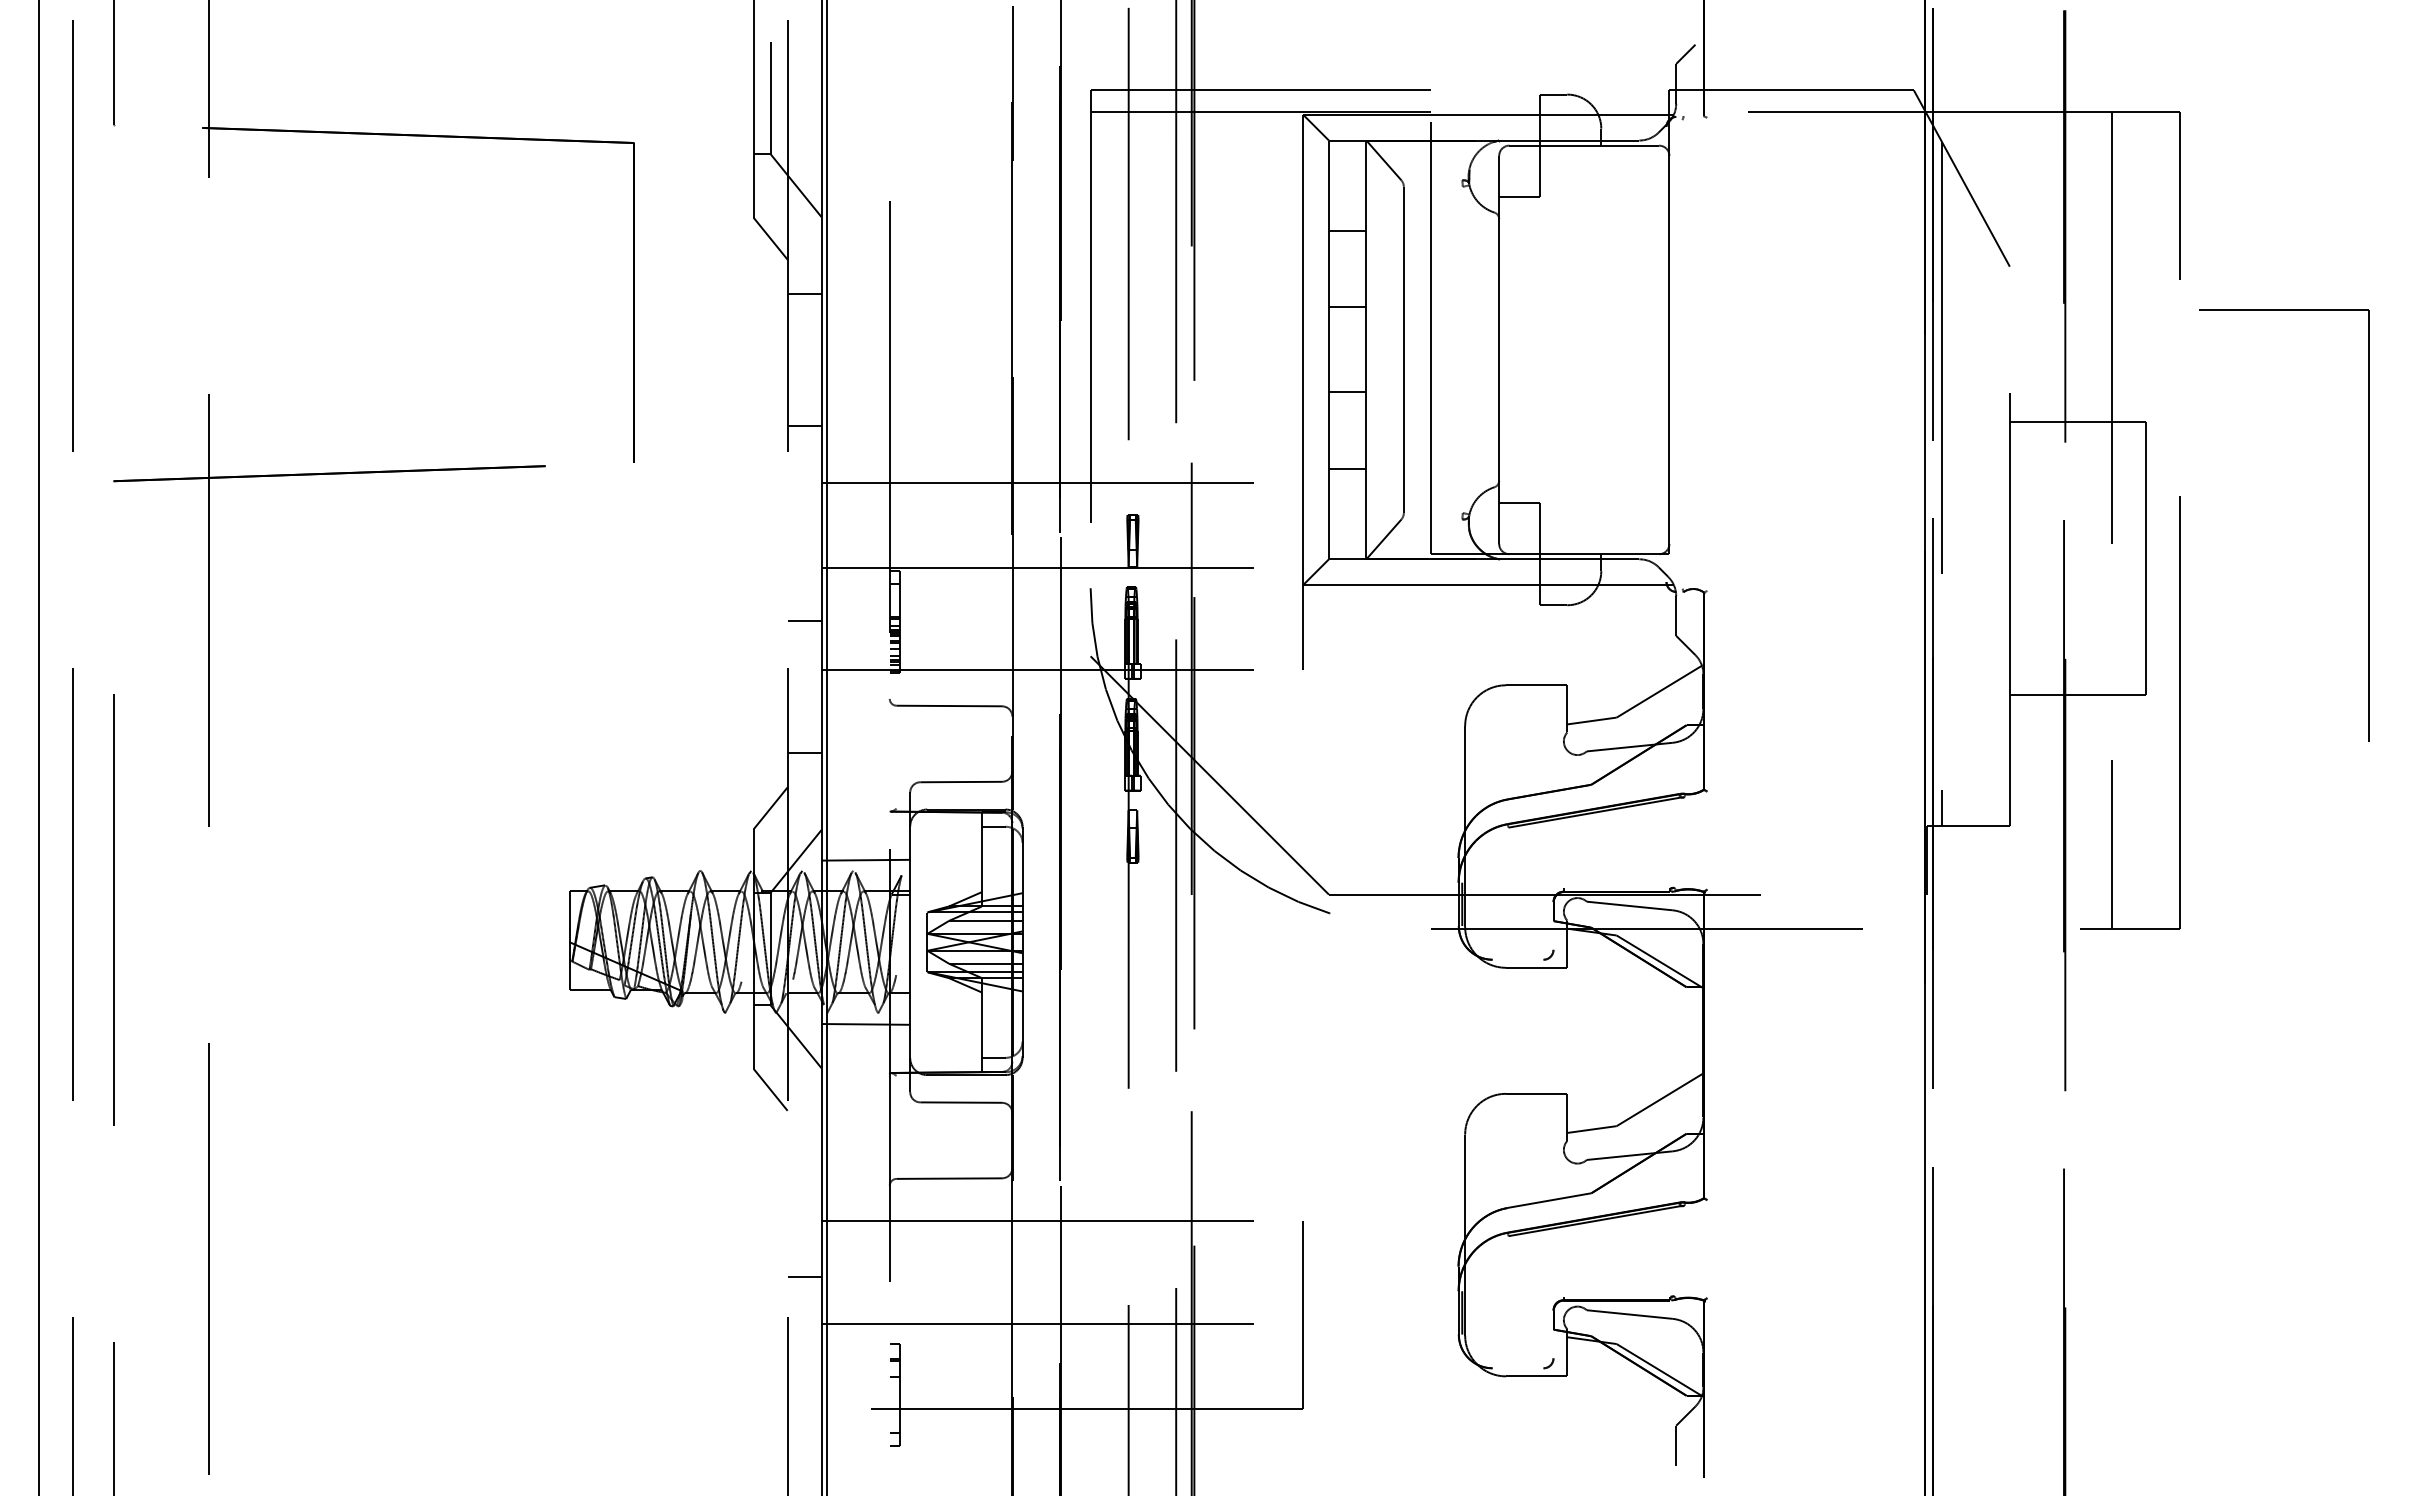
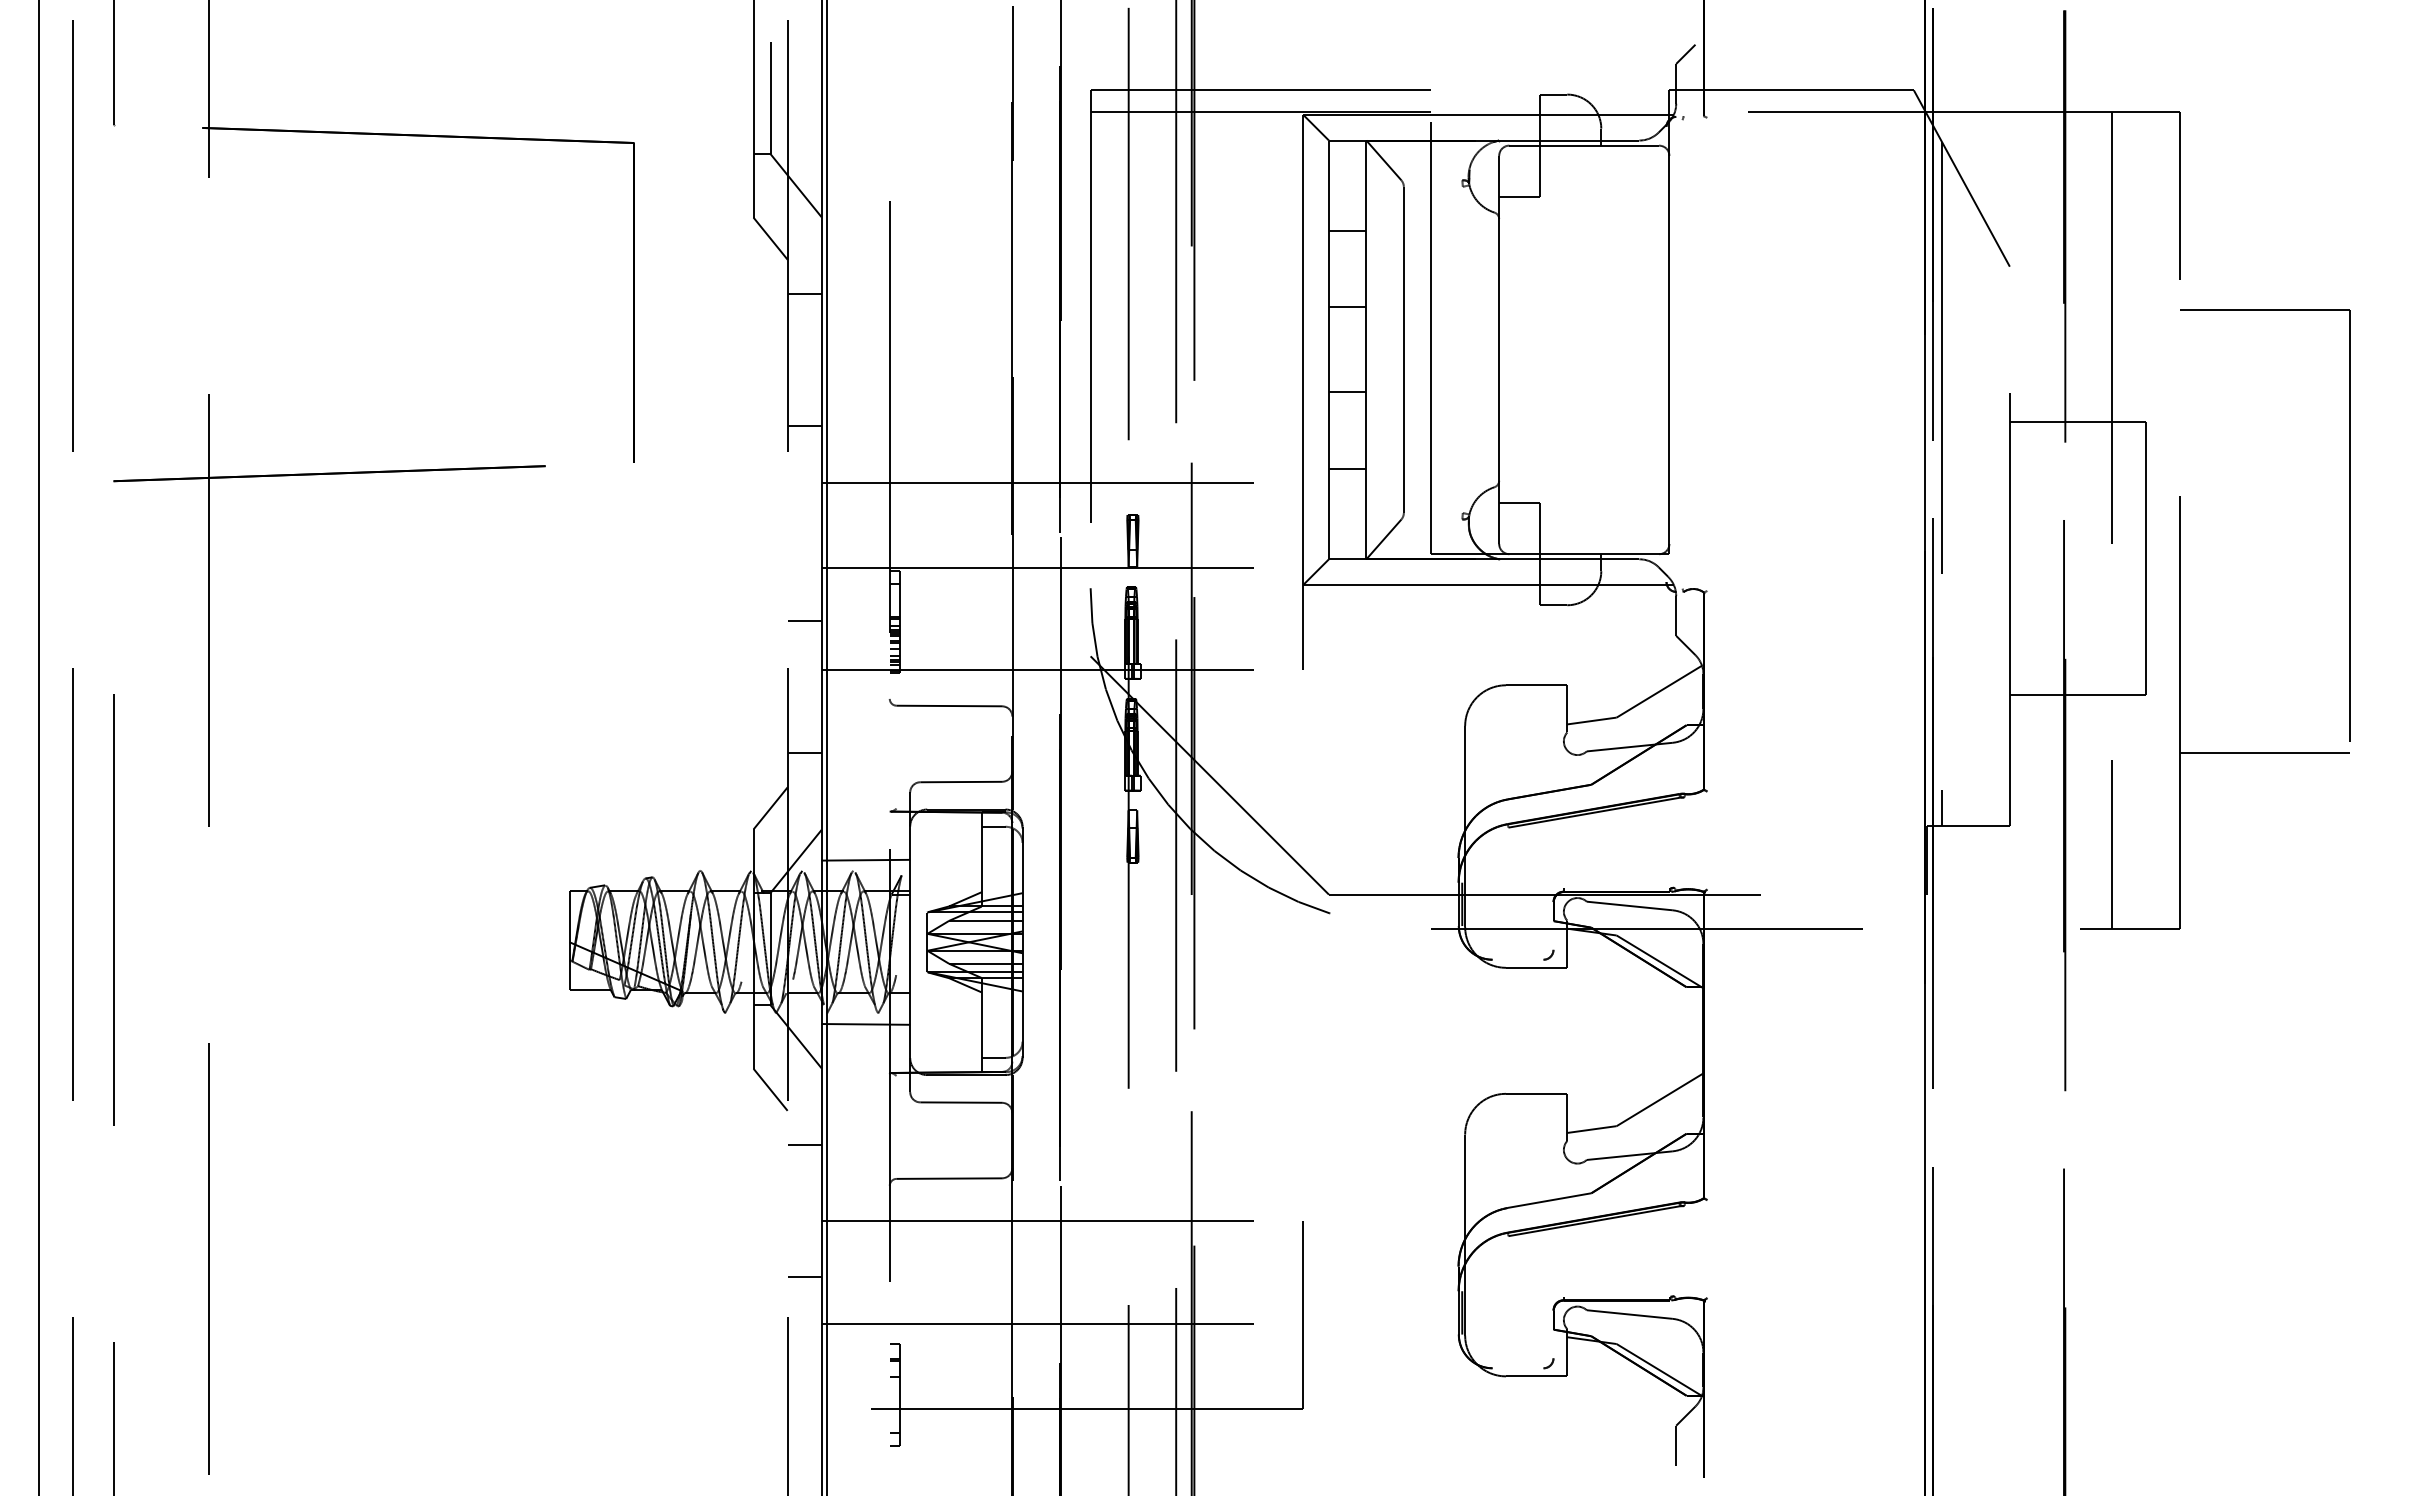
part at (2368, 525) position: (2368, 525) -> (2349, 525)
line at (2265, 752): none -> present
line at (804, 1144): none -> present
